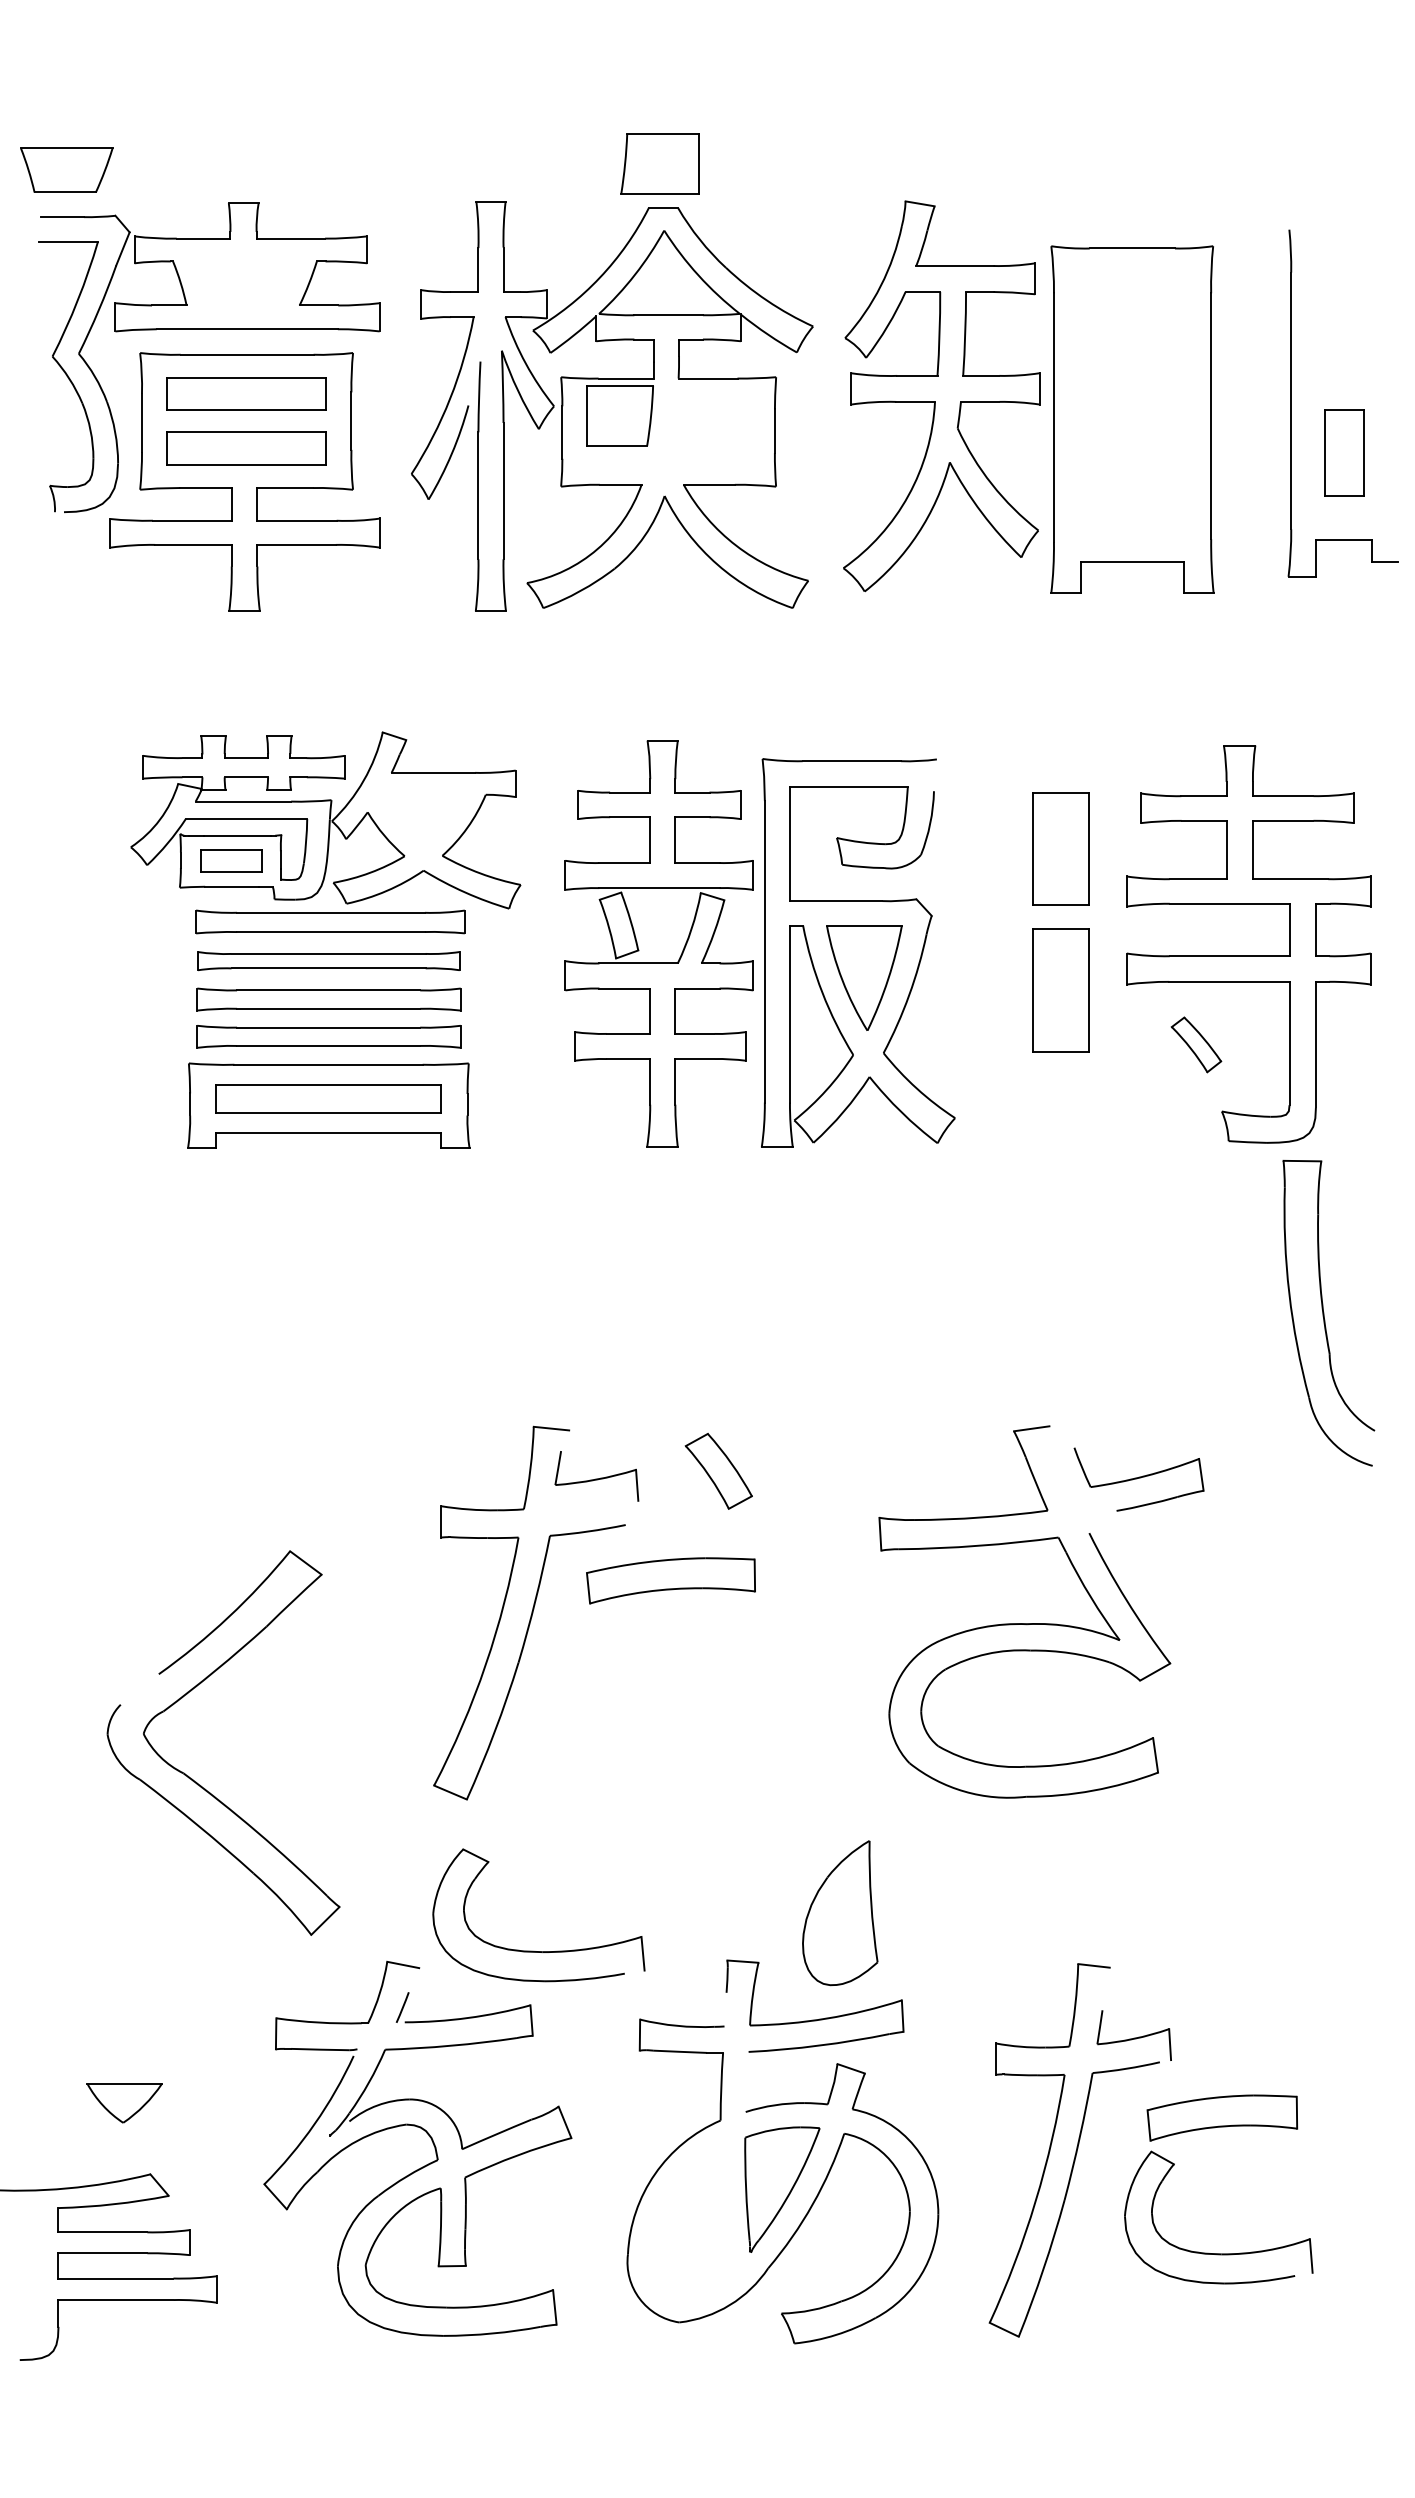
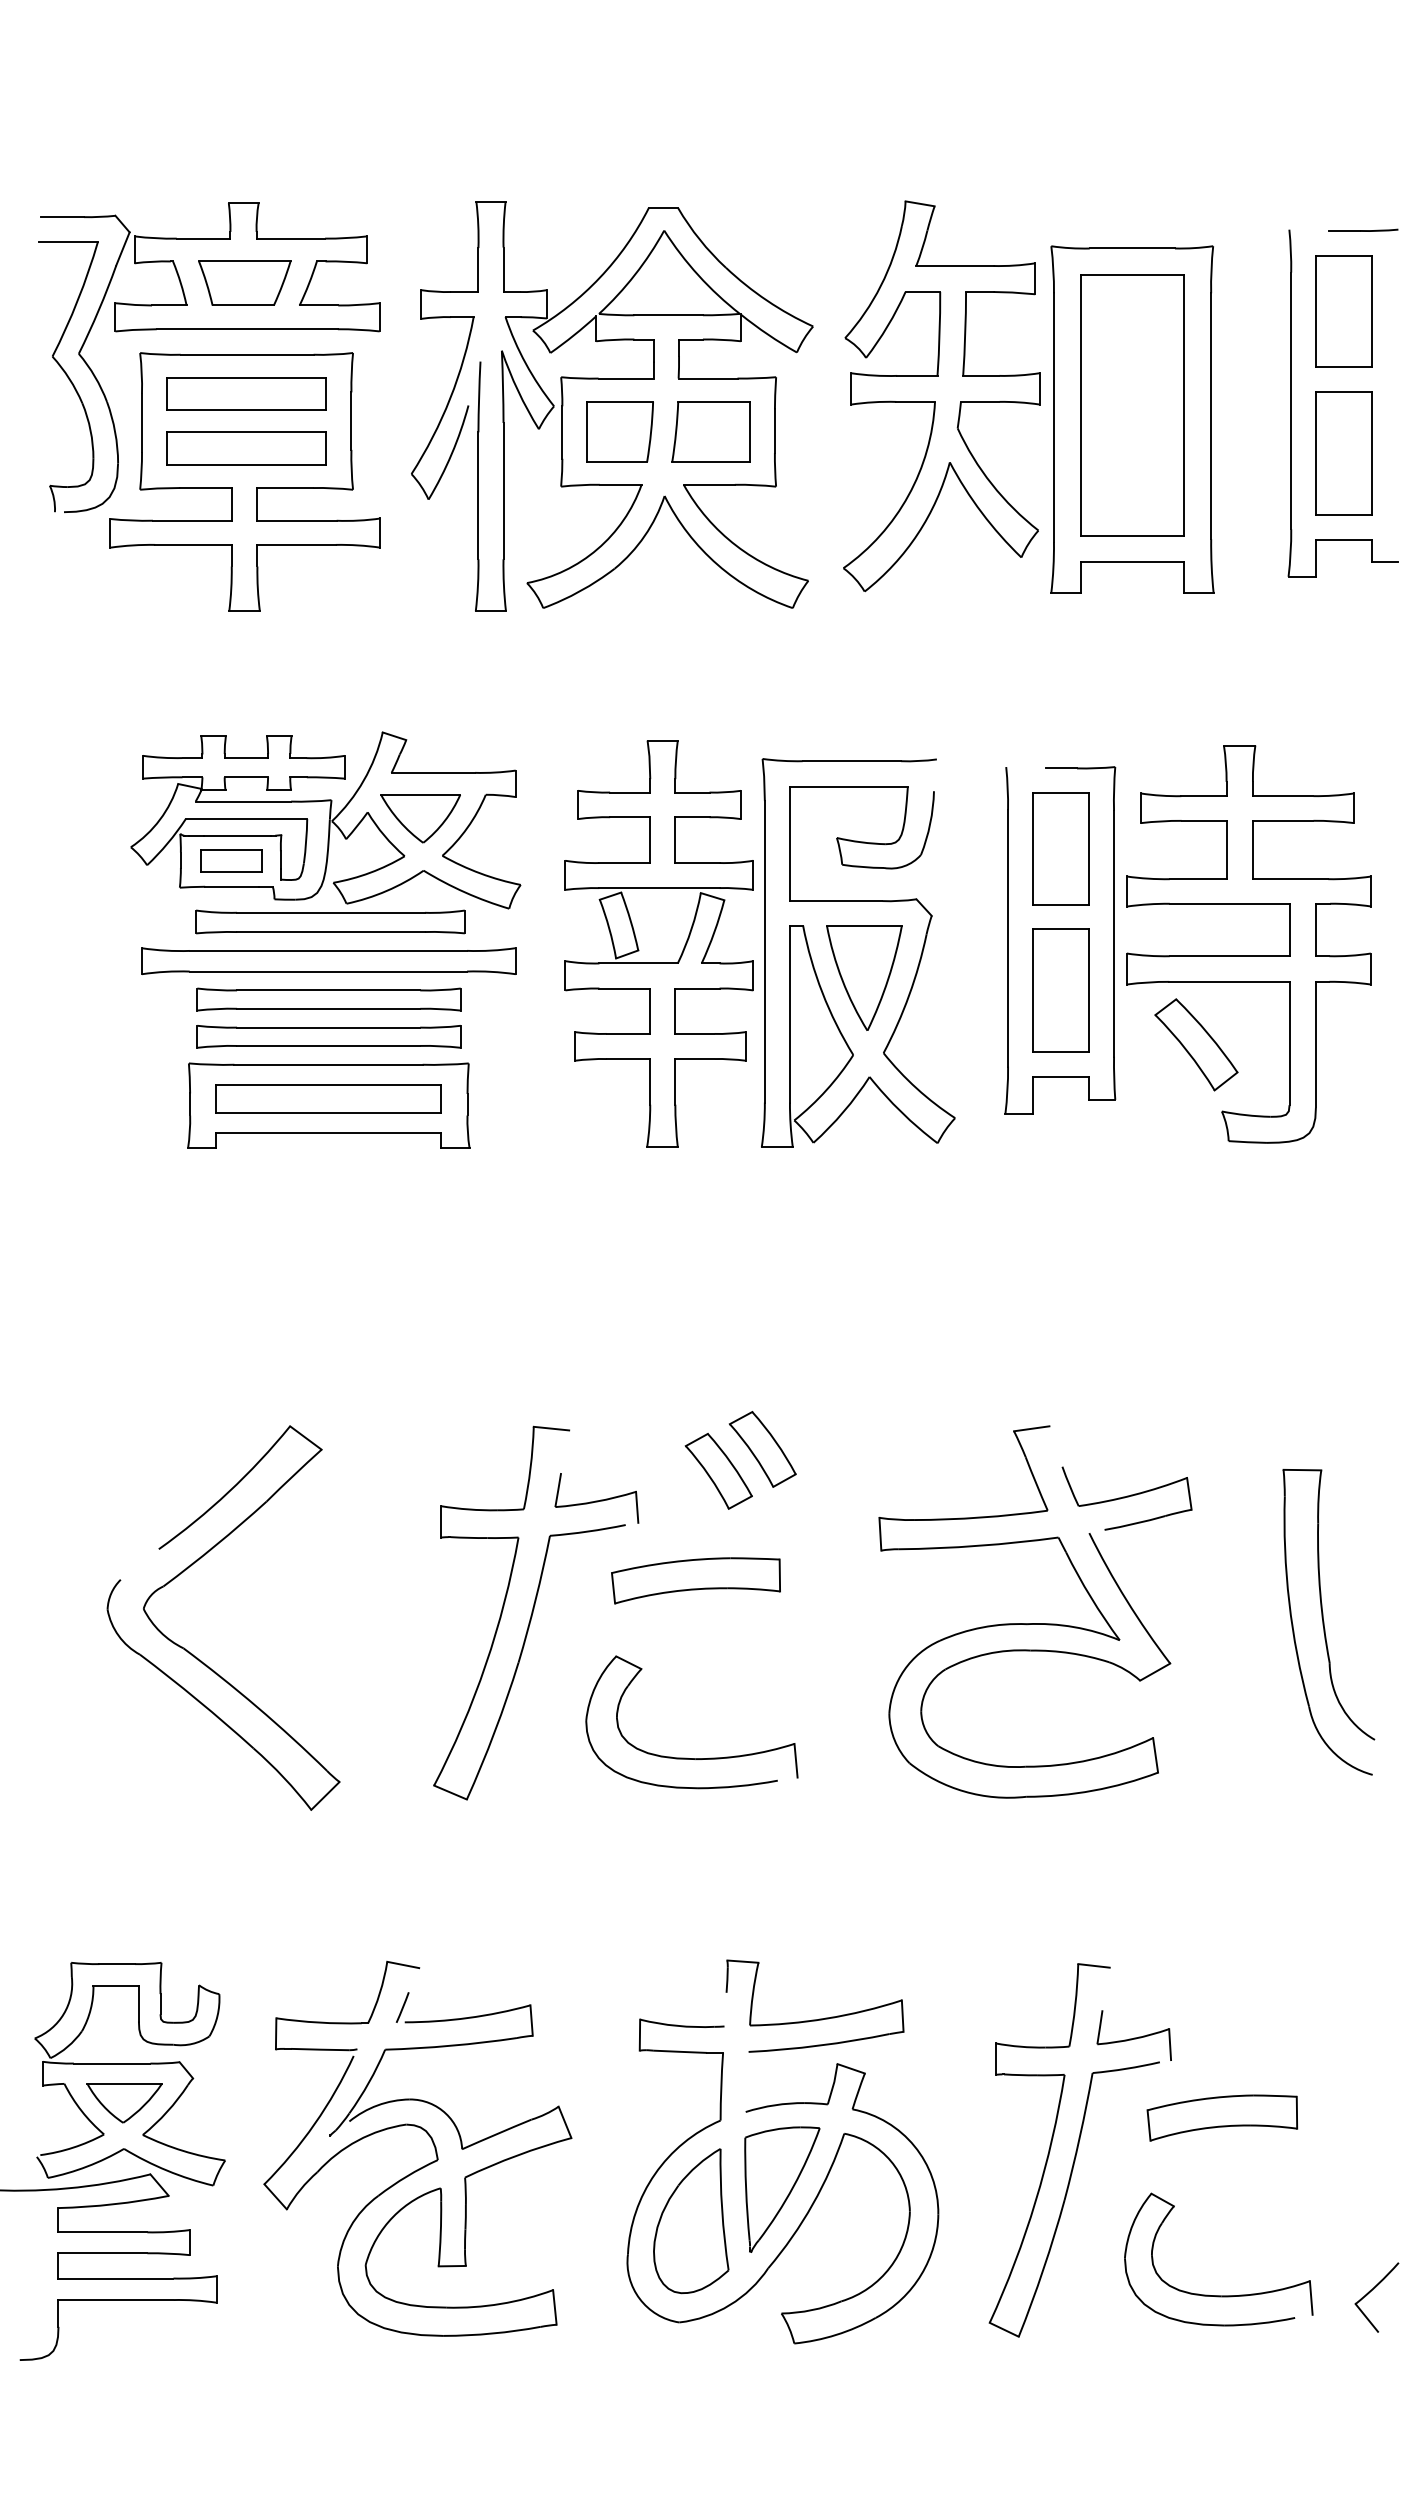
part at (659, 163) position: (659, 163) -> (710, 431)
part at (66, 169) position: (66, 169) -> (244, 282)
part at (1363, 229): none -> present
part at (1343, 311): none -> present
part at (1132, 405): none -> present
part at (619, 415) position: (619, 415) -> (619, 431)
part at (1344, 452) size: 41x88 px -> 58x125 px
part at (420, 818): none -> present
part at (1008, 940): none -> present
part at (328, 961) size: 264x21 px -> 376x28 px
part at (1196, 1044) size: 53x58 px -> 85x94 px
part at (1328, 1313) position: (1328, 1313) -> (1328, 1622)
part at (762, 1449): none -> present
part at (596, 1476) position: (596, 1476) -> (596, 1498)
part at (1138, 1479) position: (1138, 1479) -> (1126, 1498)
part at (670, 1580) position: (670, 1580) -> (695, 1580)
part at (196, 1781) position: (196, 1781) -> (196, 1656)
part at (840, 1913) position: (840, 1913) -> (691, 2221)
part at (533, 1950) position: (533, 1950) -> (686, 1757)
part at (129, 2064): none -> present
part at (1218, 2253) position: (1218, 2253) -> (1218, 2295)
part at (1371, 2291): none -> present
